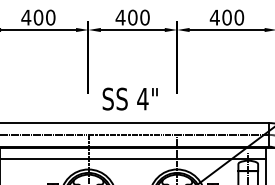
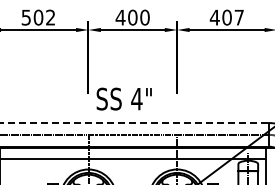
text at (38, 17): 400 -> 502
text at (239, 17): 400 -> 407
text at (129, 98) position: (129, 98) -> (123, 98)
line at (135, 123): solid -> dashed
